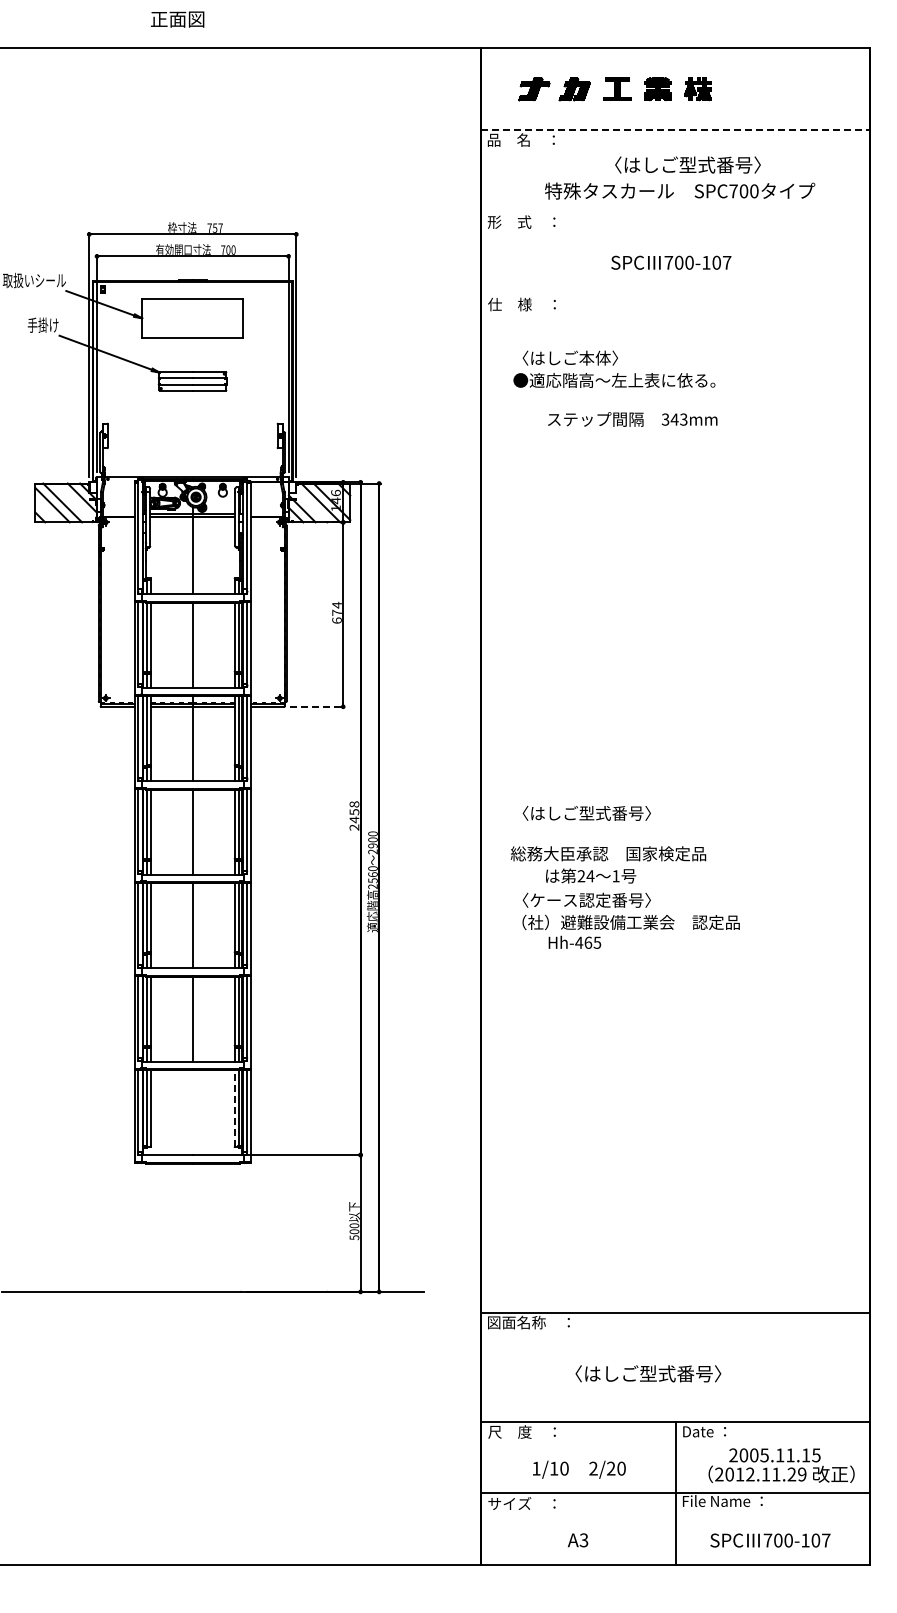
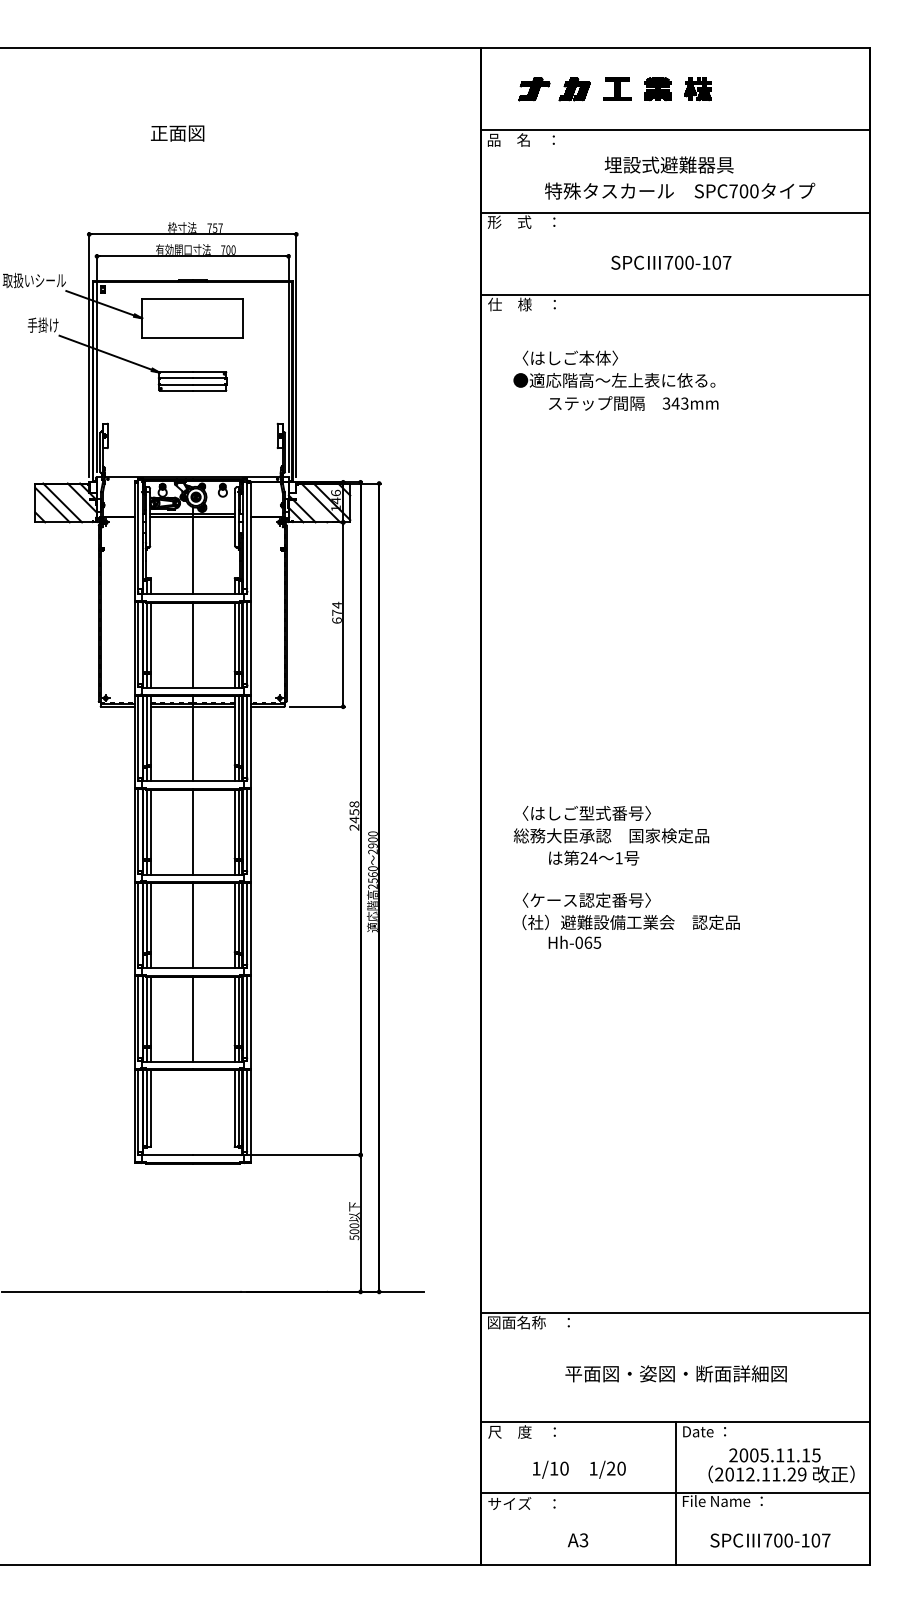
text at (177, 19) position: (177, 19) -> (177, 133)
line at (676, 130): dashed -> solid
text at (682, 164): 〈はしご型式番号〉 -> 埋設式避難器具
line at (675, 212): none -> present
line at (675, 294): none -> present
text at (632, 419) position: (632, 419) -> (633, 403)
line at (317, 706): dashed -> solid
text at (608, 864) position: (608, 864) -> (611, 846)
text at (579, 942): Hh-465 -> Hh-065
line at (234, 1107): dashed -> solid
text at (675, 1373): 〈はしご型式番号〉 -> 平面図・姿図・断面詳細図
text at (593, 1468): 2/20 -> 1/20
